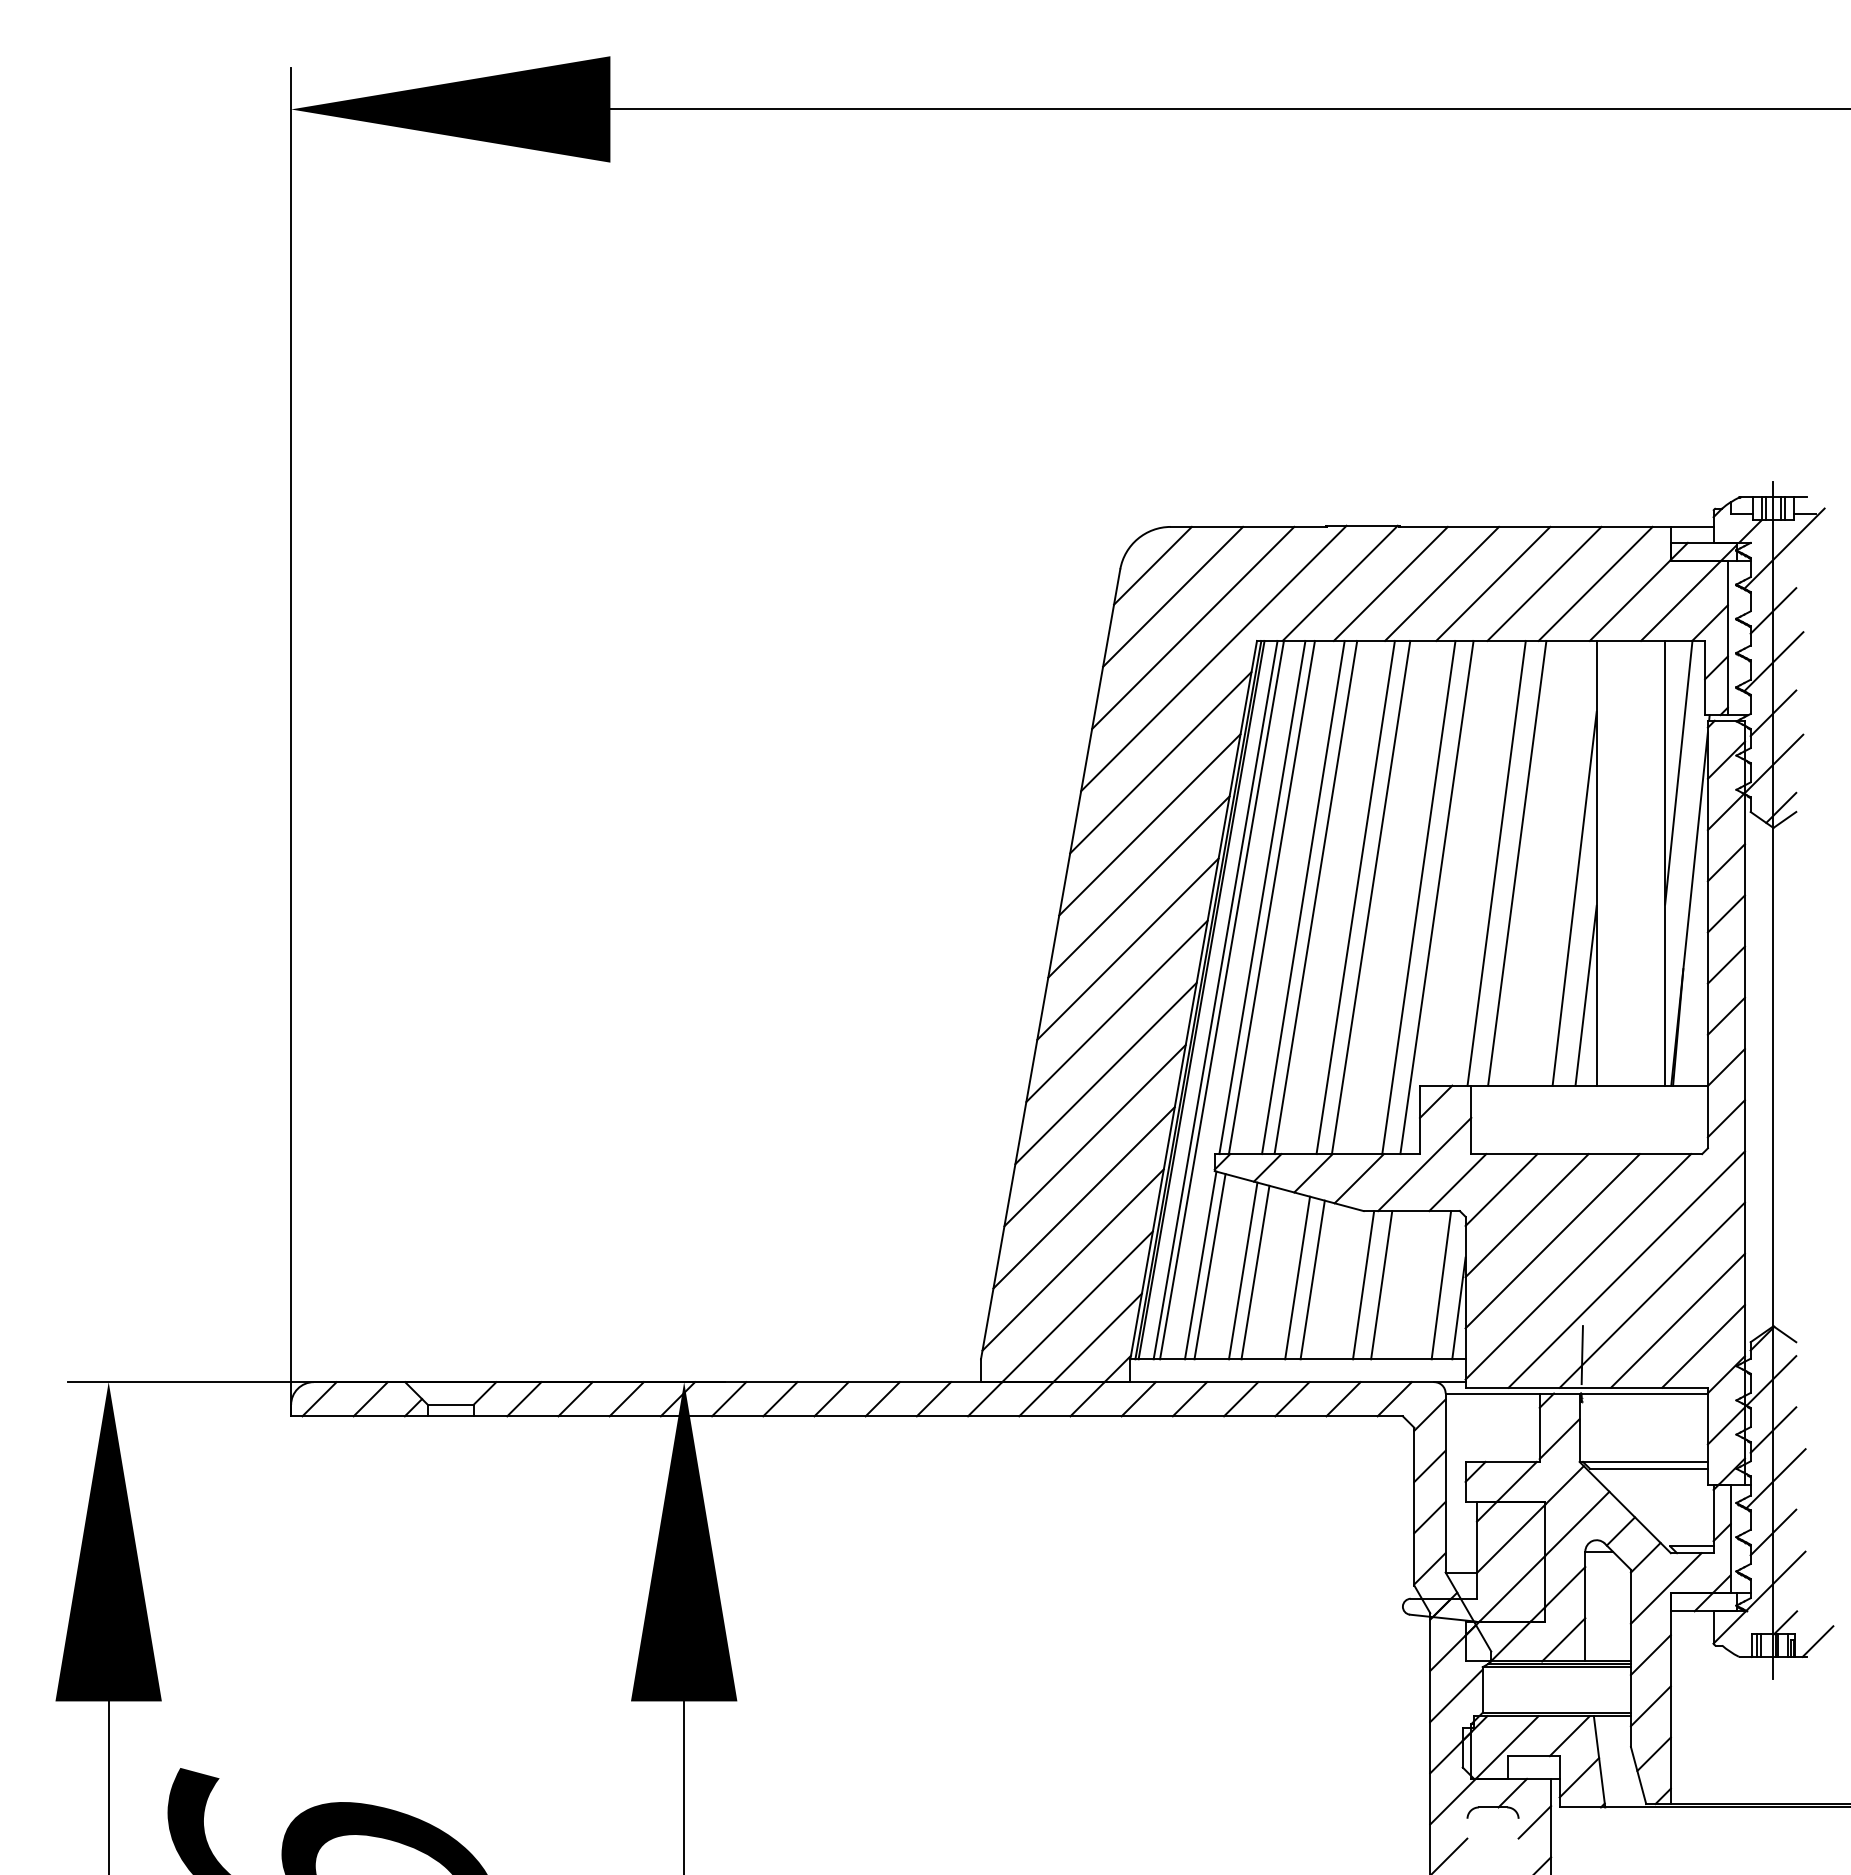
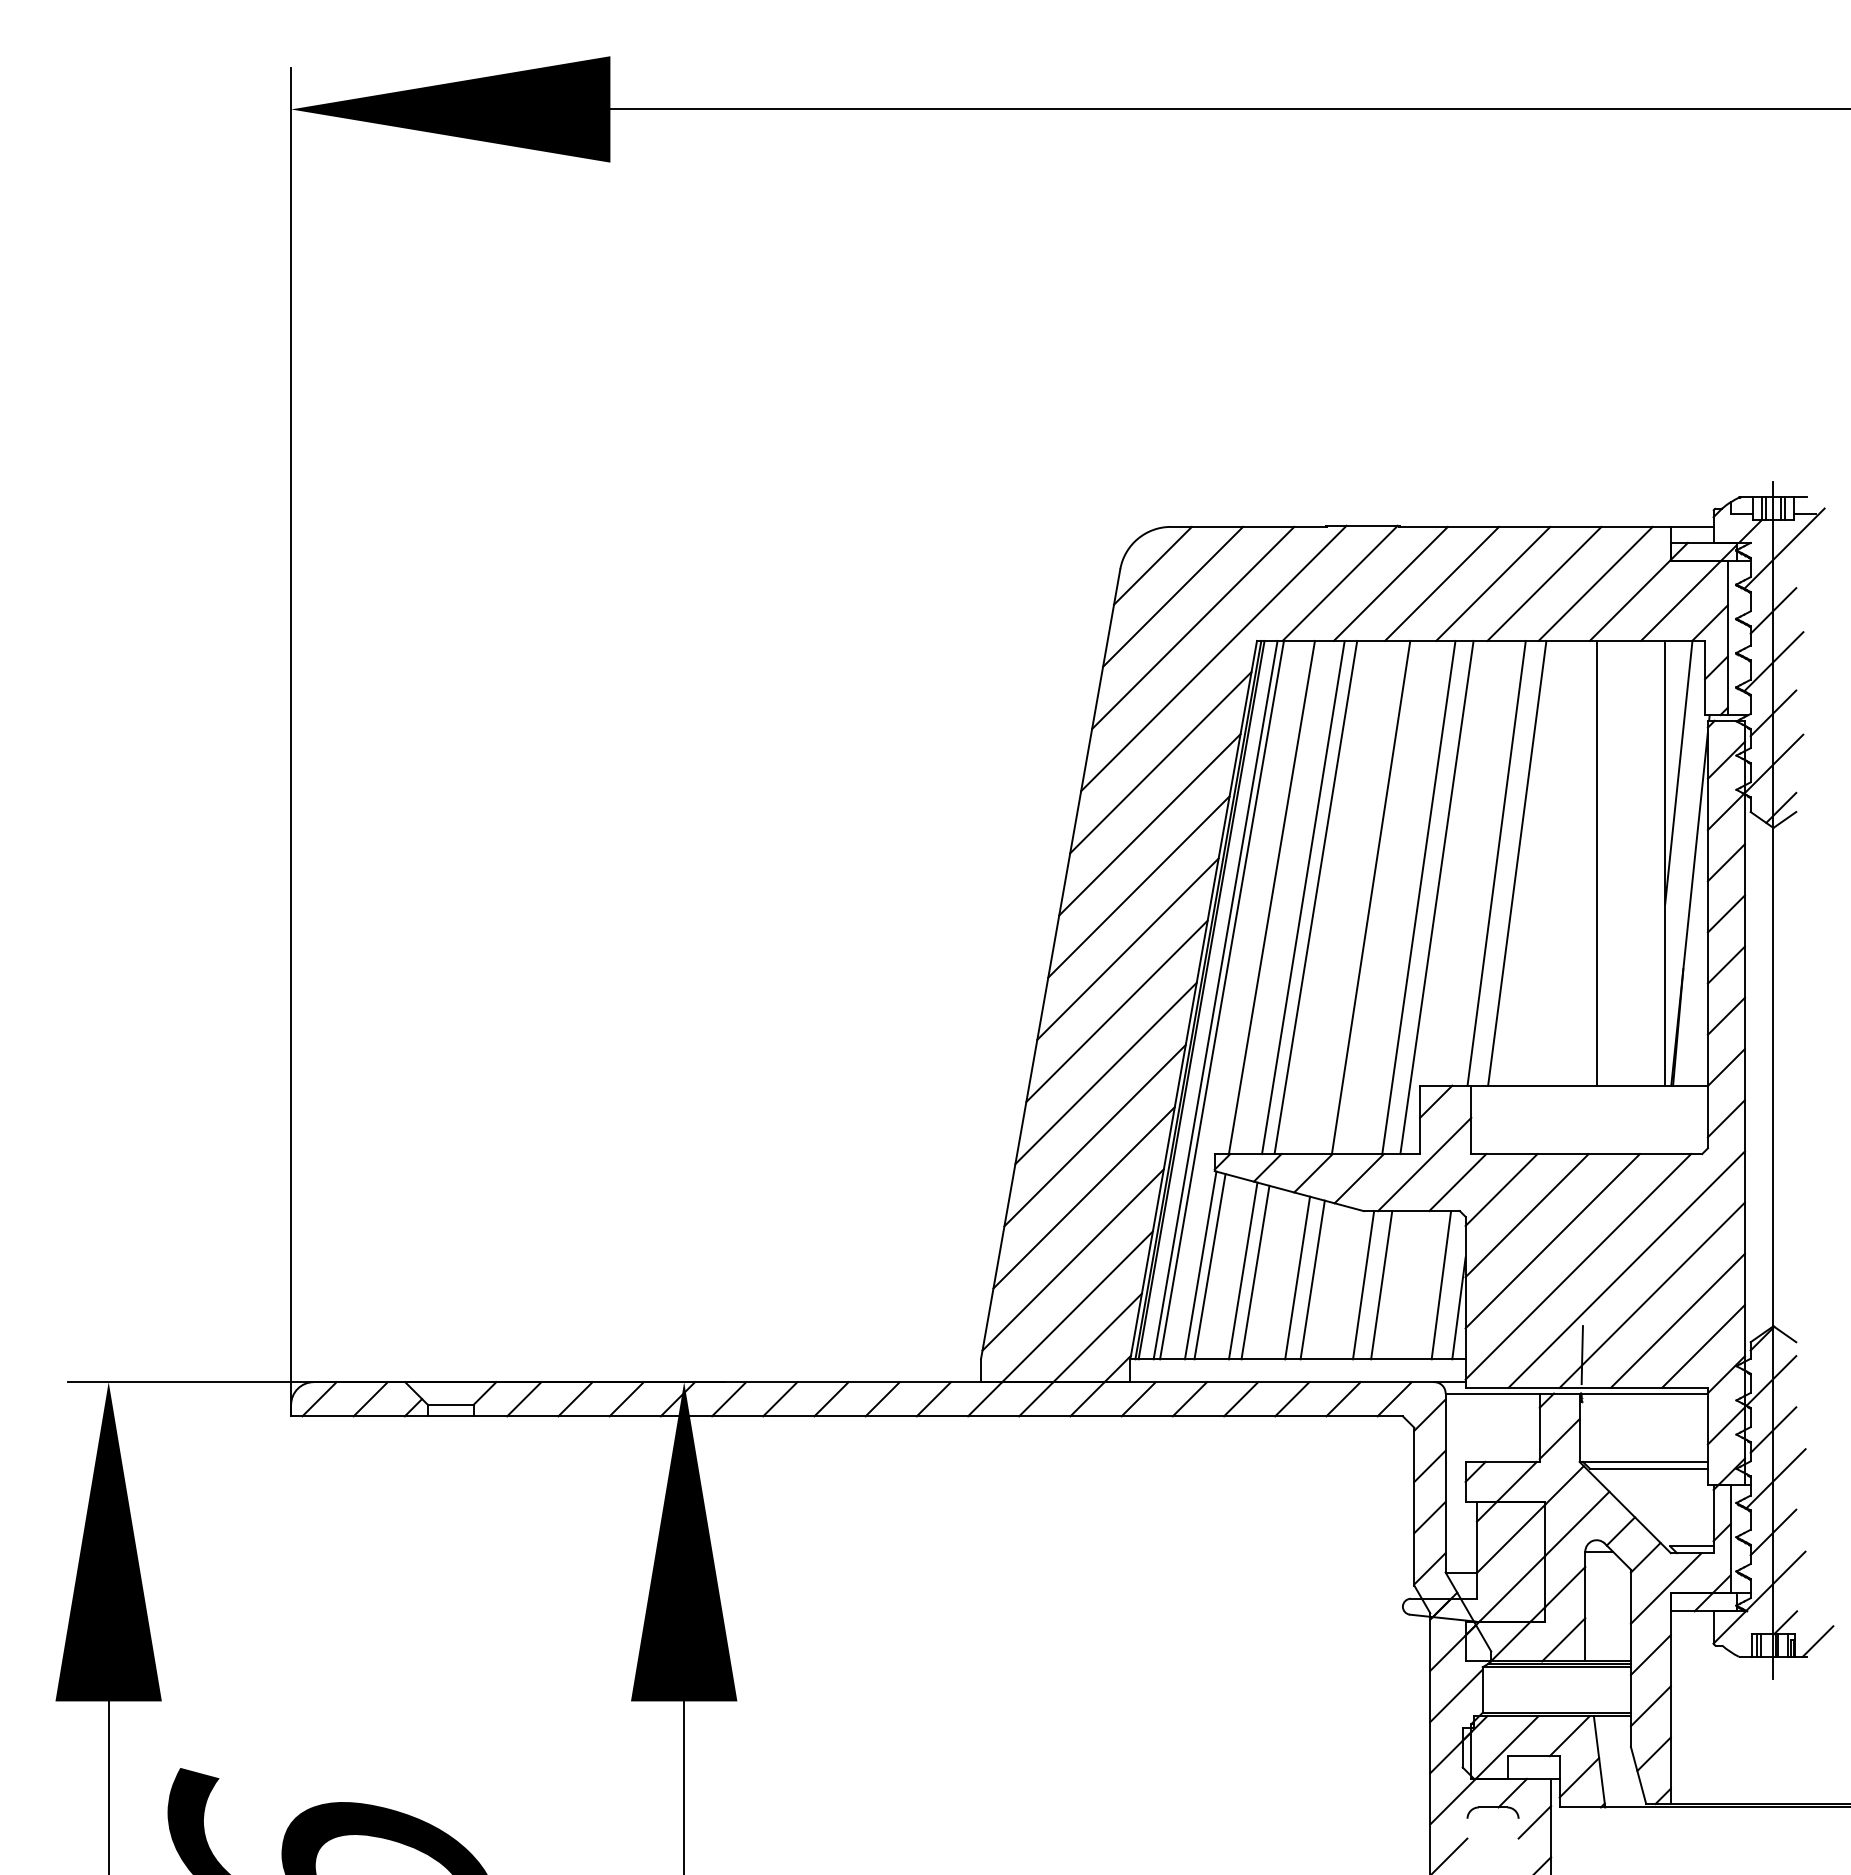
line at (1262, 897): present -> none
line at (1355, 897): present -> none
line at (1574, 898): present -> none
line at (1585, 995): present -> none
